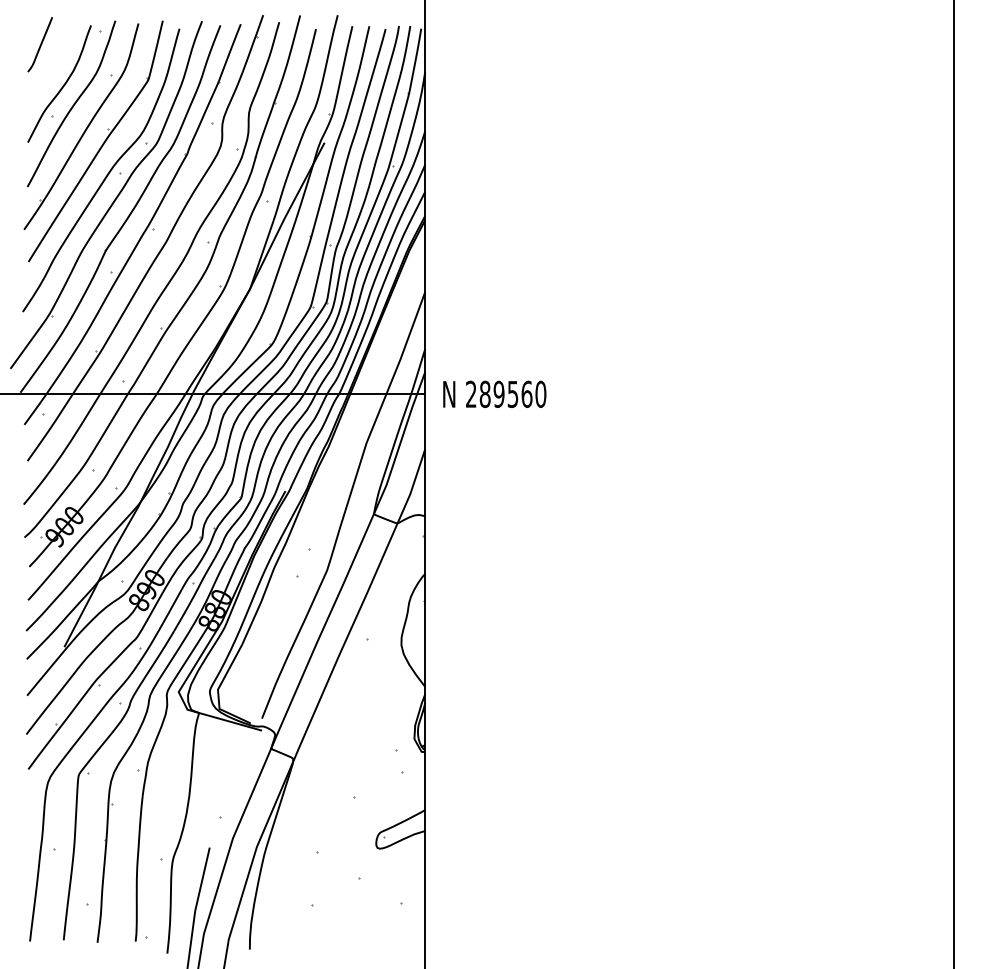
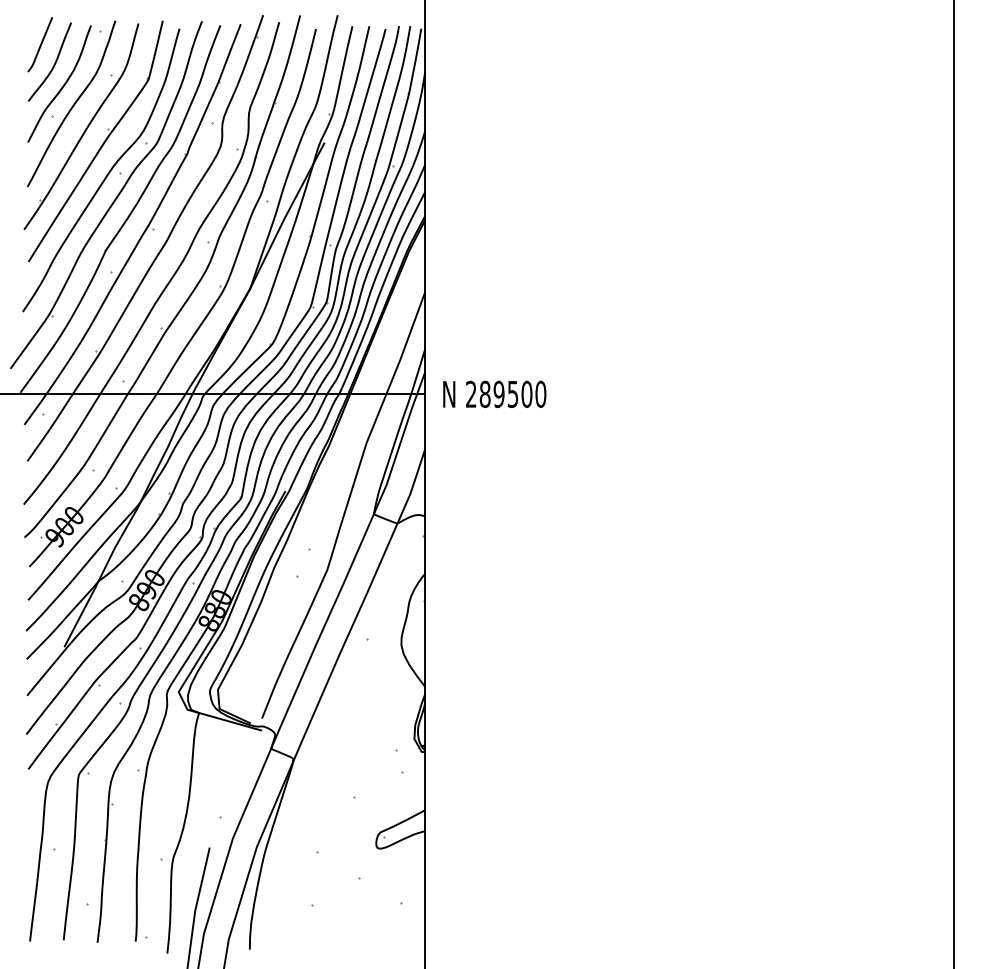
curve at (53, 64): none -> present
text at (526, 393): 289560 -> 289500
